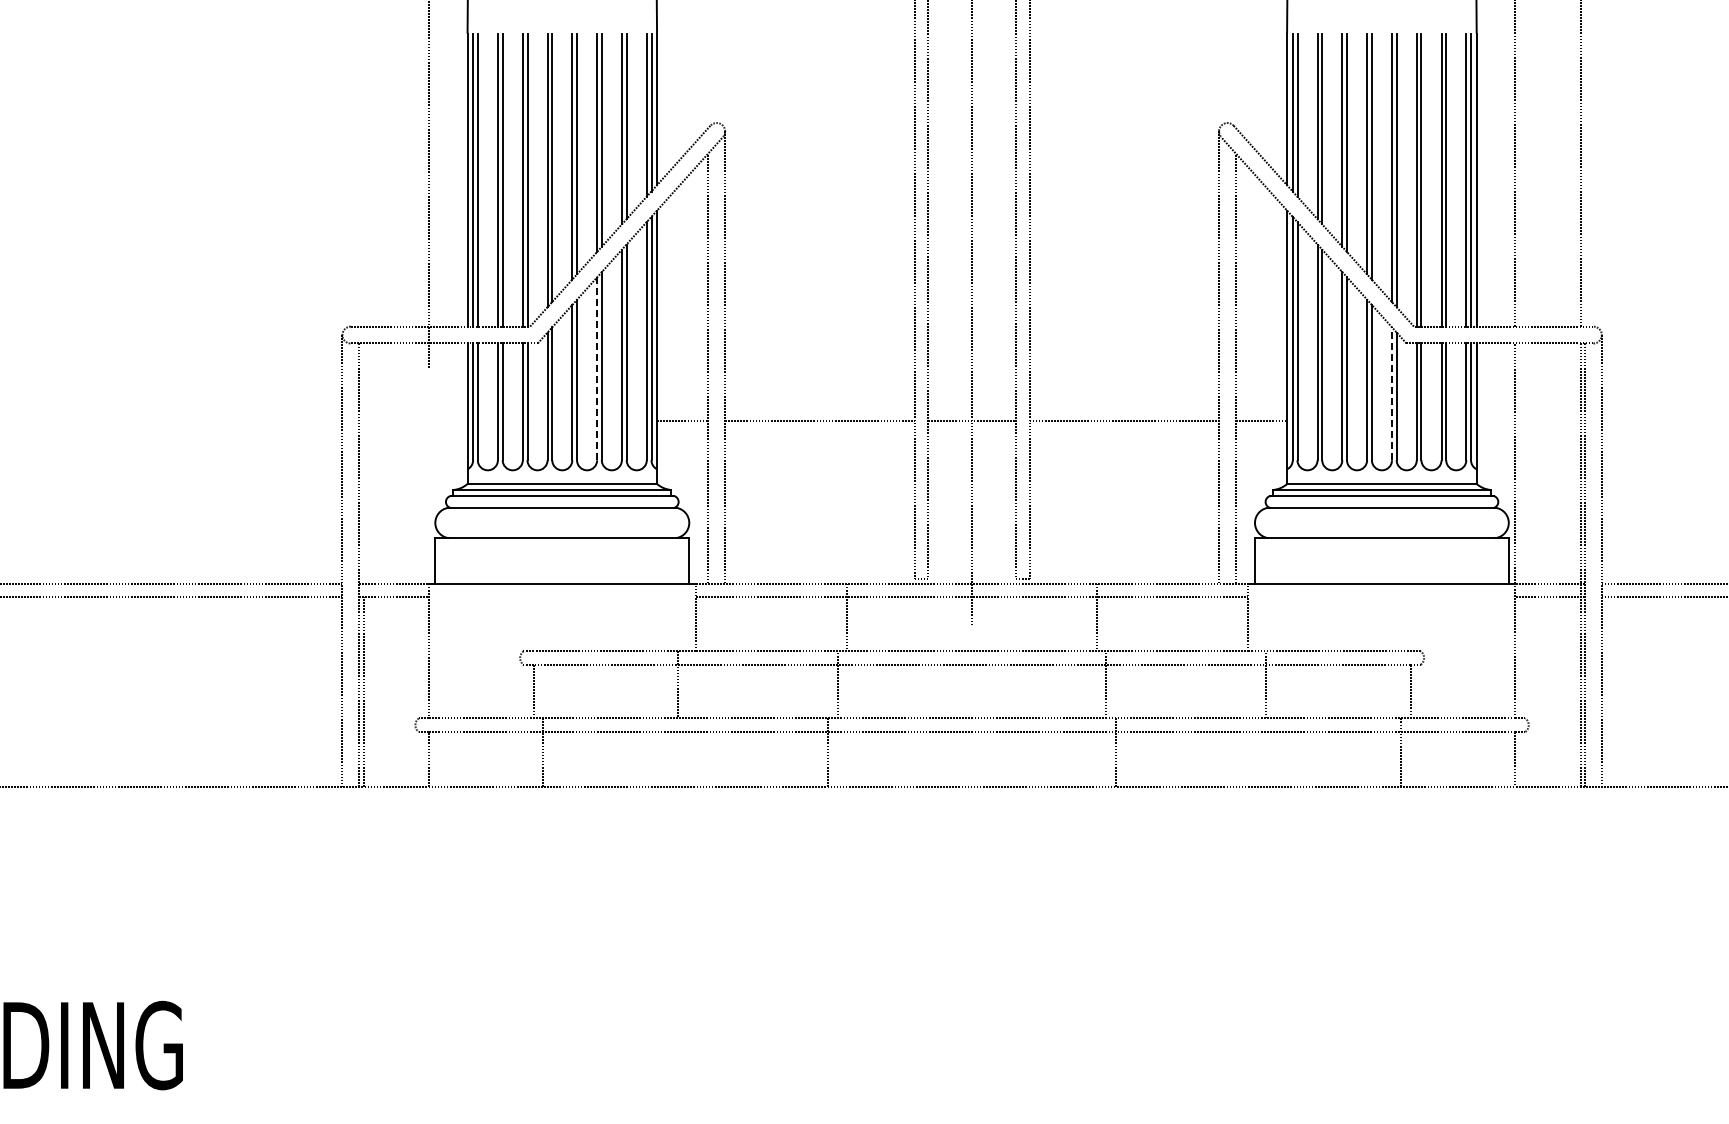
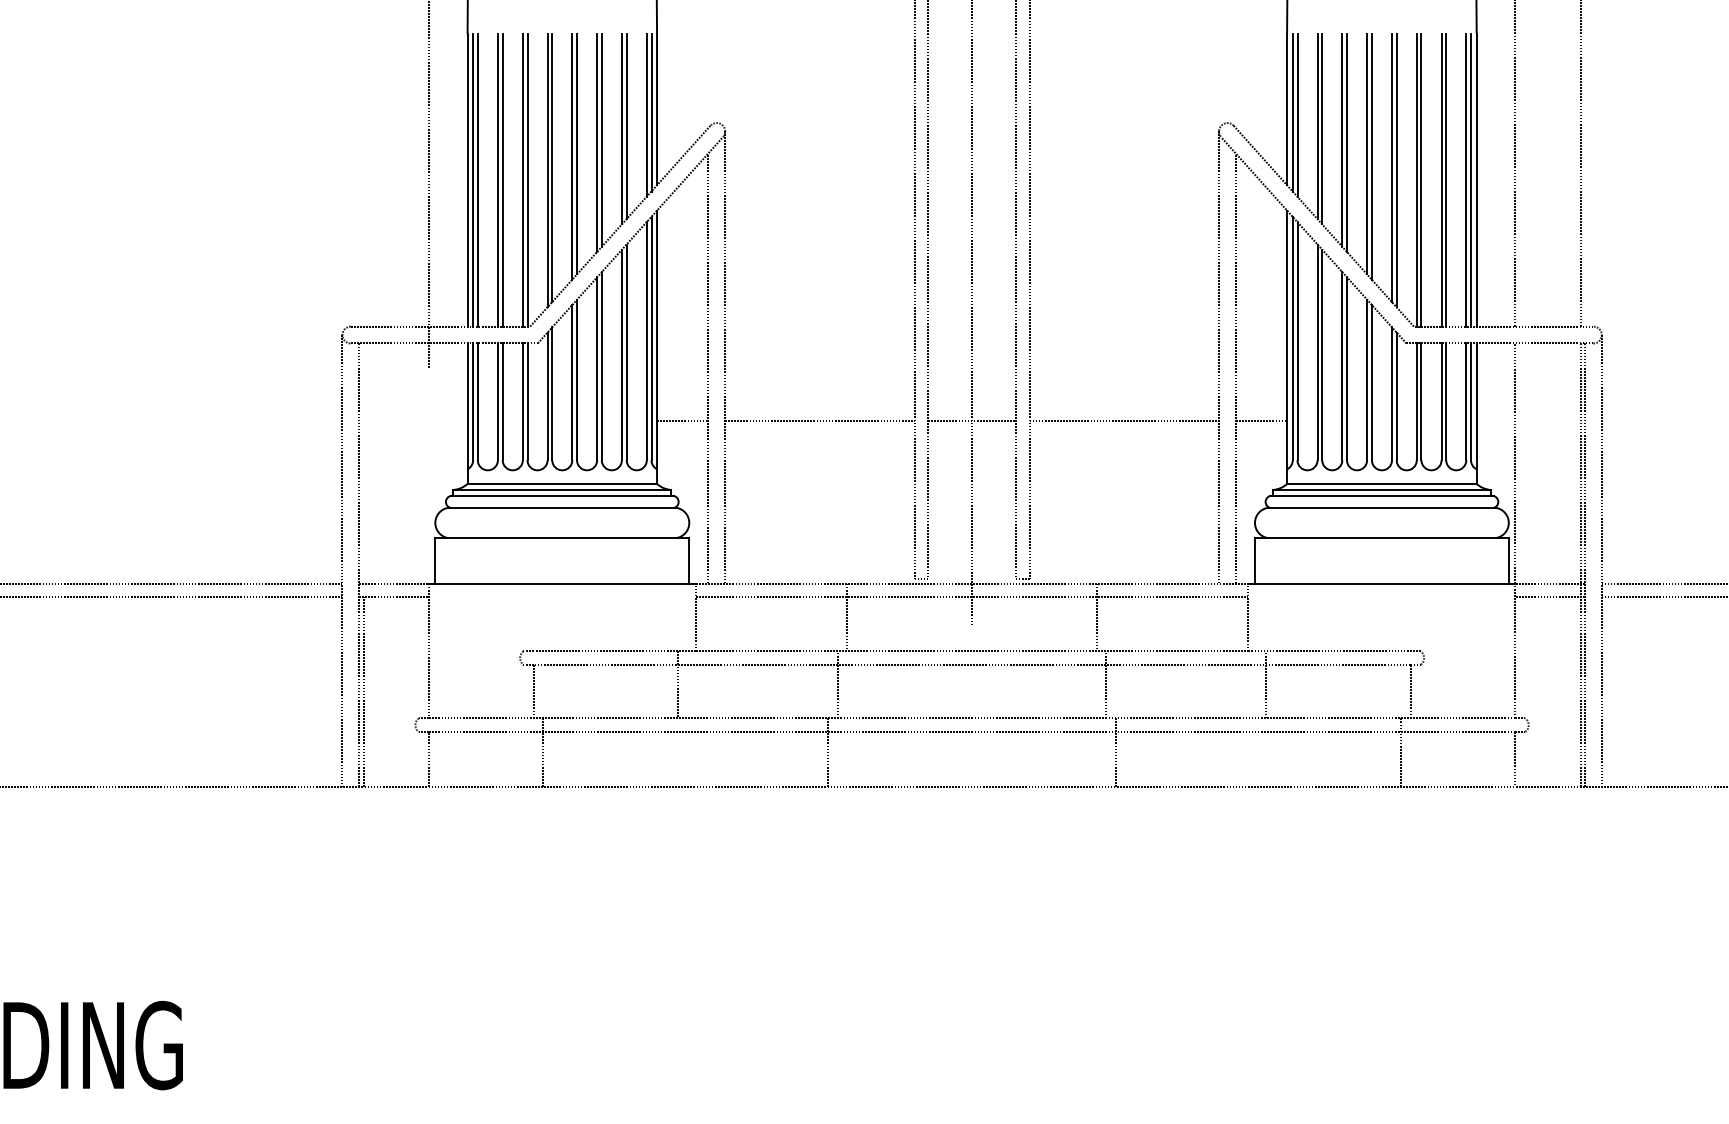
line at (597, 368): dashed -> solid
line at (1391, 393): dashed -> solid
